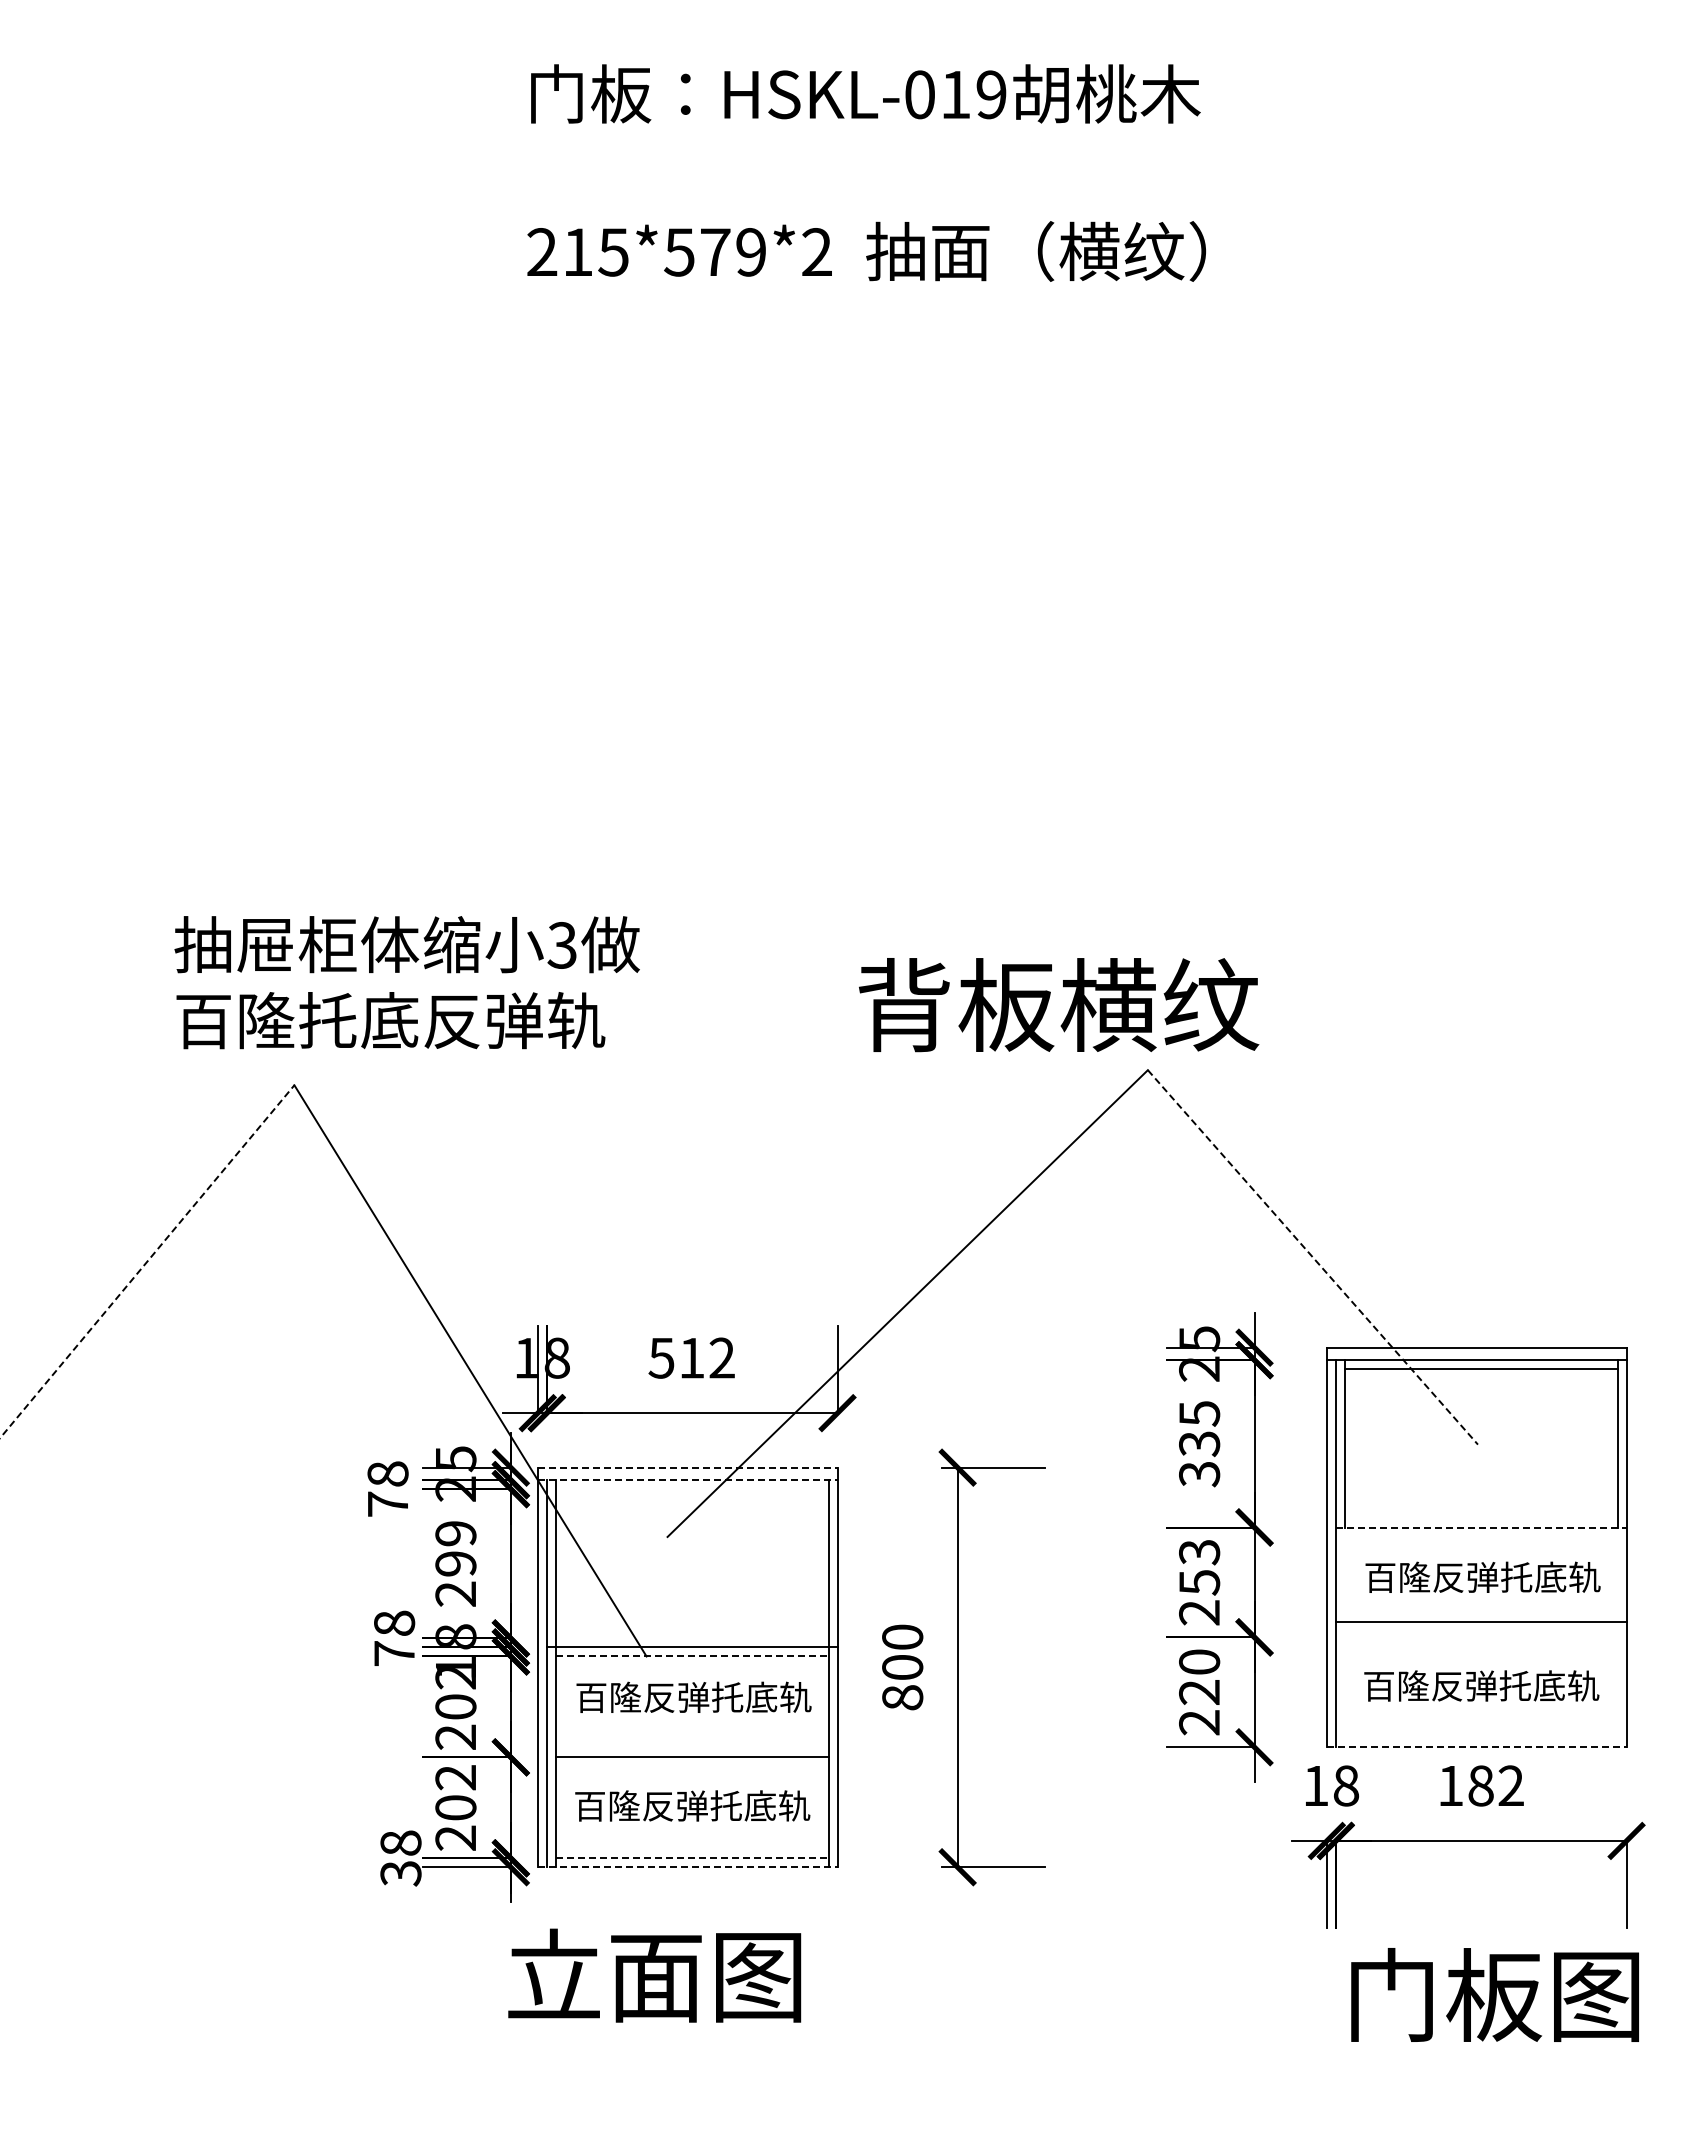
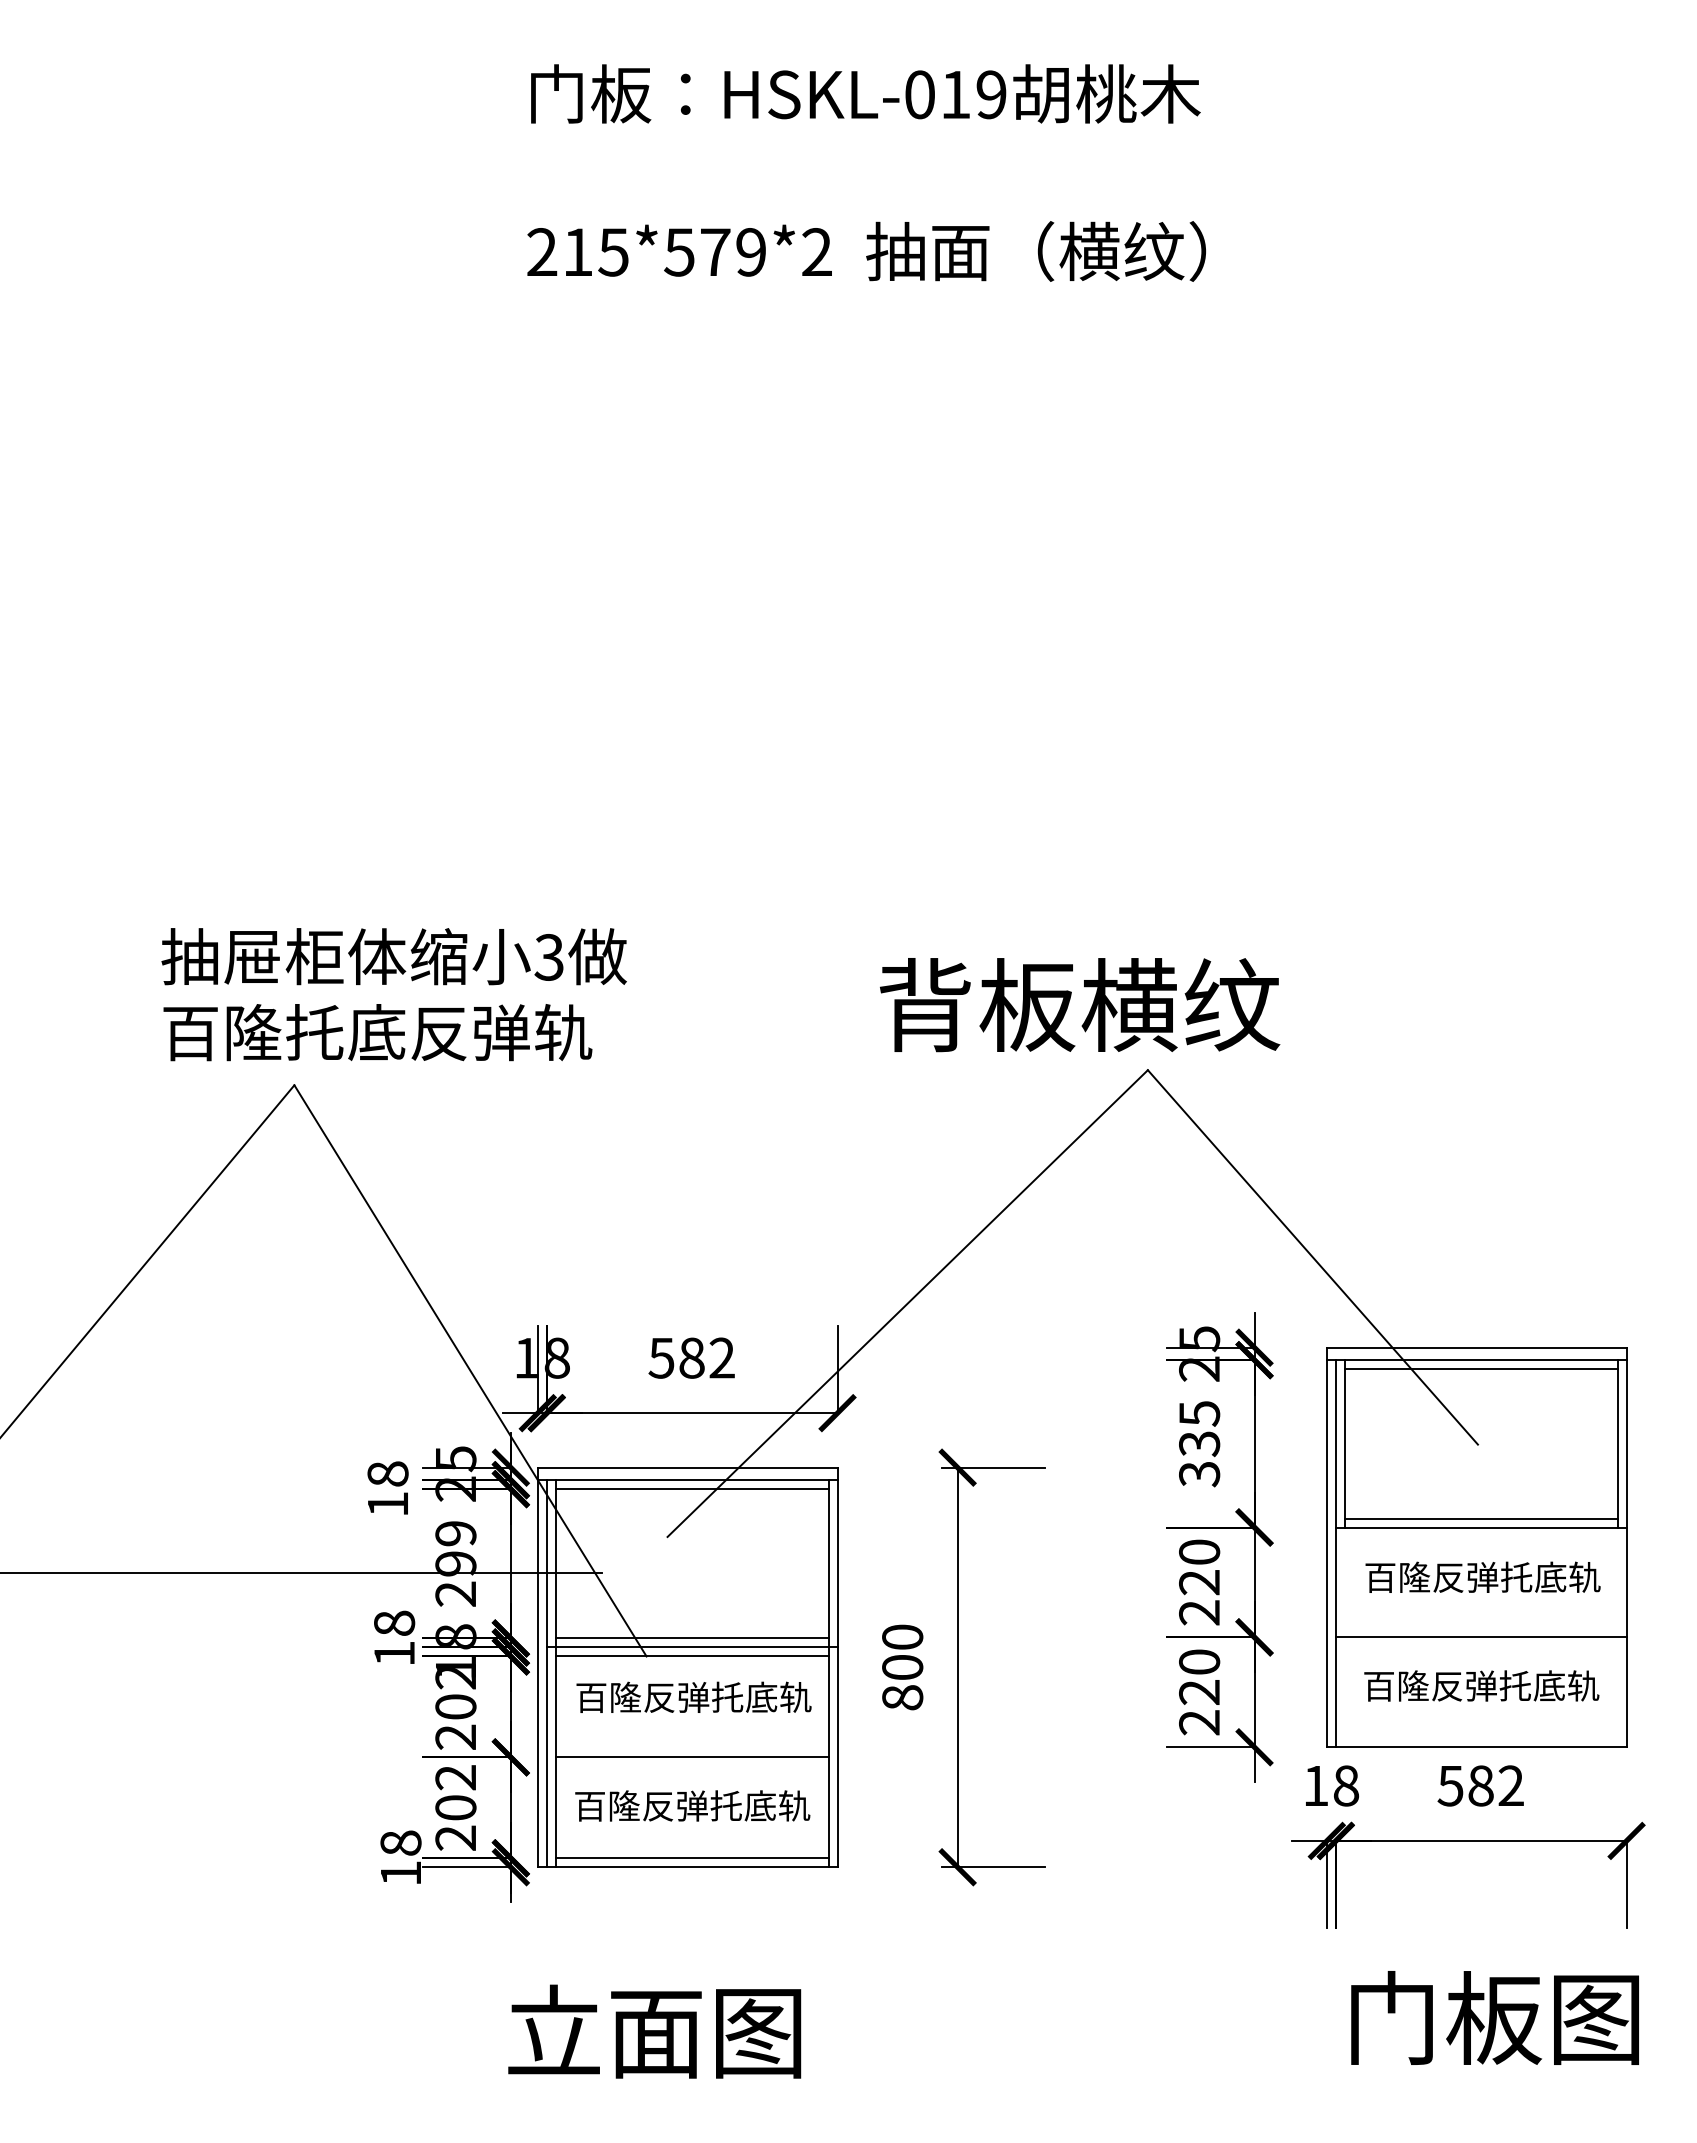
text at (406, 982) position: (406, 982) -> (393, 994)
text at (1059, 1005) position: (1059, 1005) -> (1080, 1005)
line at (1312, 1257): dashed -> solid
line at (147, 1261): dashed -> solid
text at (691, 1357): 512 -> 582
line at (687, 1467): dashed -> solid
line at (687, 1480): dashed -> solid
line at (691, 1489): none -> present
text at (387, 1503): 78 -> 18
line at (1480, 1518): none -> present
line at (1481, 1527): dashed -> solid
text at (1199, 1567): 253 -> 220
line at (301, 1573): none -> present
line at (1480, 1622) position: (1480, 1622) -> (1480, 1637)
line at (691, 1638): none -> present
text at (394, 1653): 78 -> 18
line at (692, 1656): dashed -> solid
line at (1476, 1747): dashed -> solid
text at (1450, 1786): 182 -> 582
line at (692, 1858): dashed -> solid
line at (687, 1867): dashed -> solid
text at (400, 1873): 38 -> 18
text at (654, 1975) position: (654, 1975) -> (654, 2031)
text at (1494, 1994) position: (1494, 1994) -> (1494, 2017)
